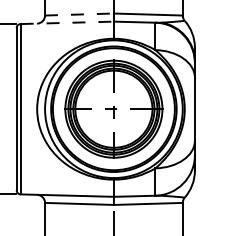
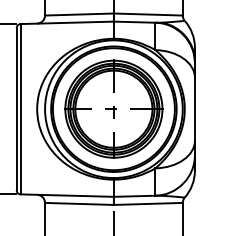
line at (79, 14): dashed -> solid
line at (67, 22): dashed -> solid
